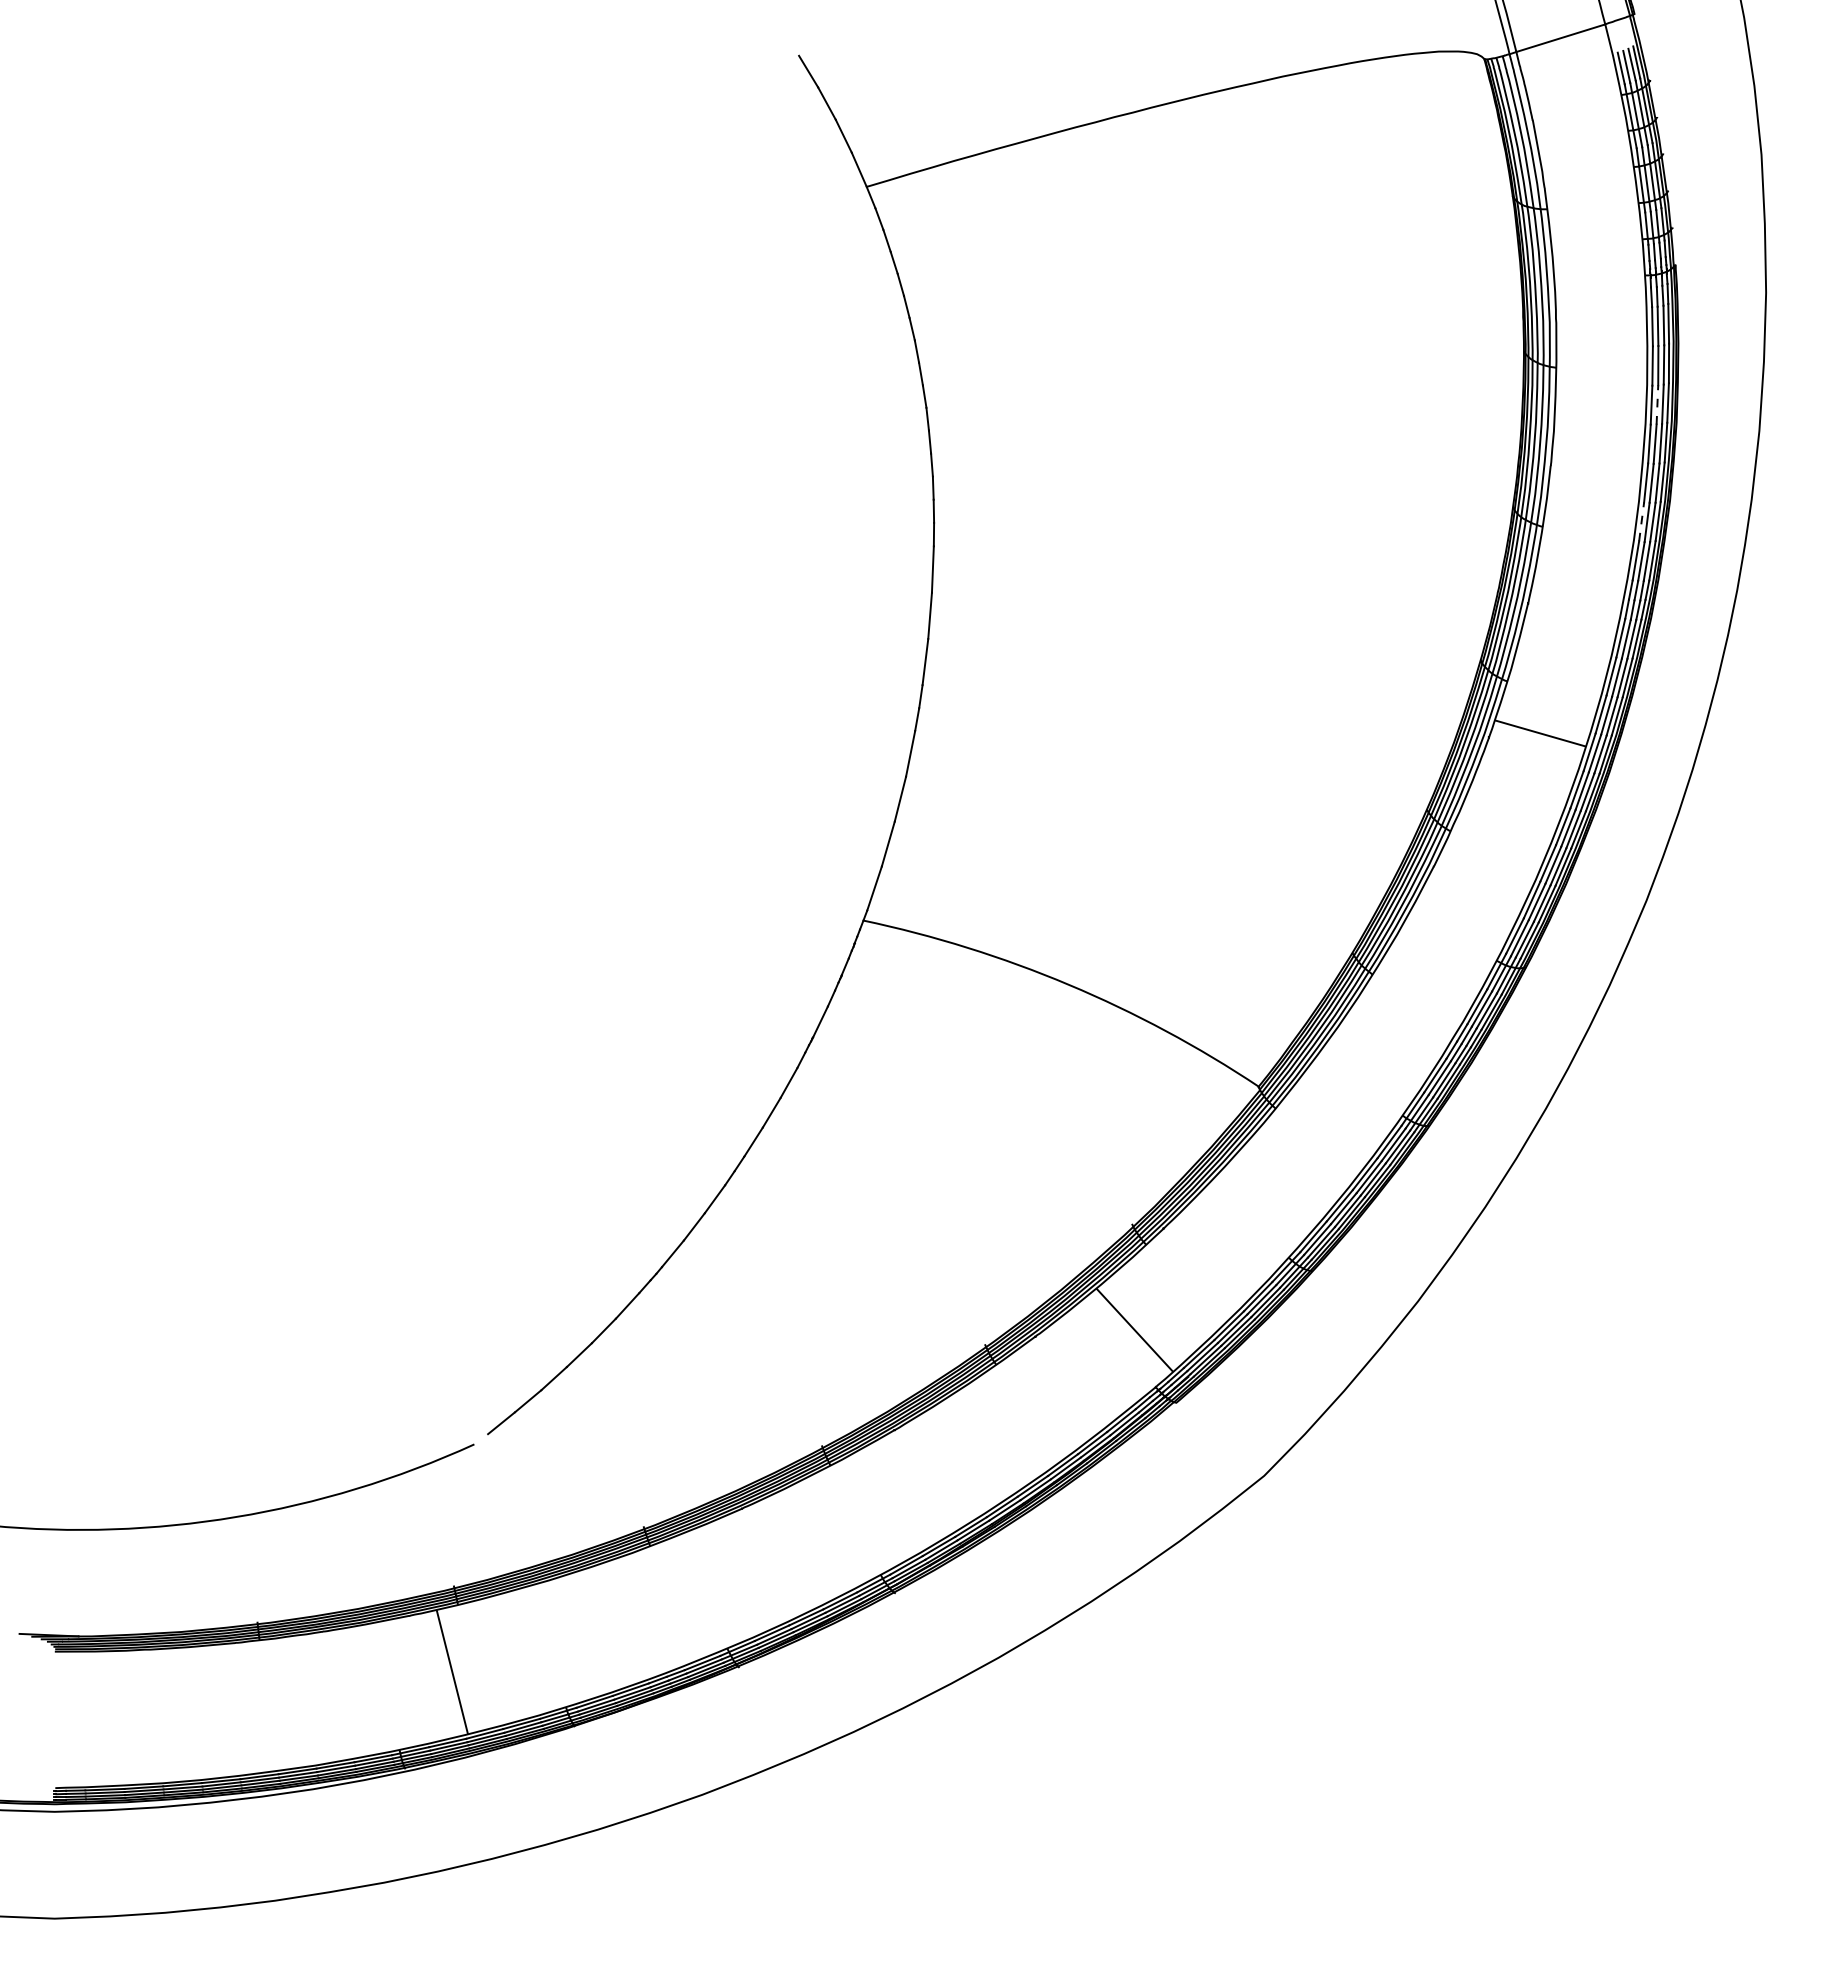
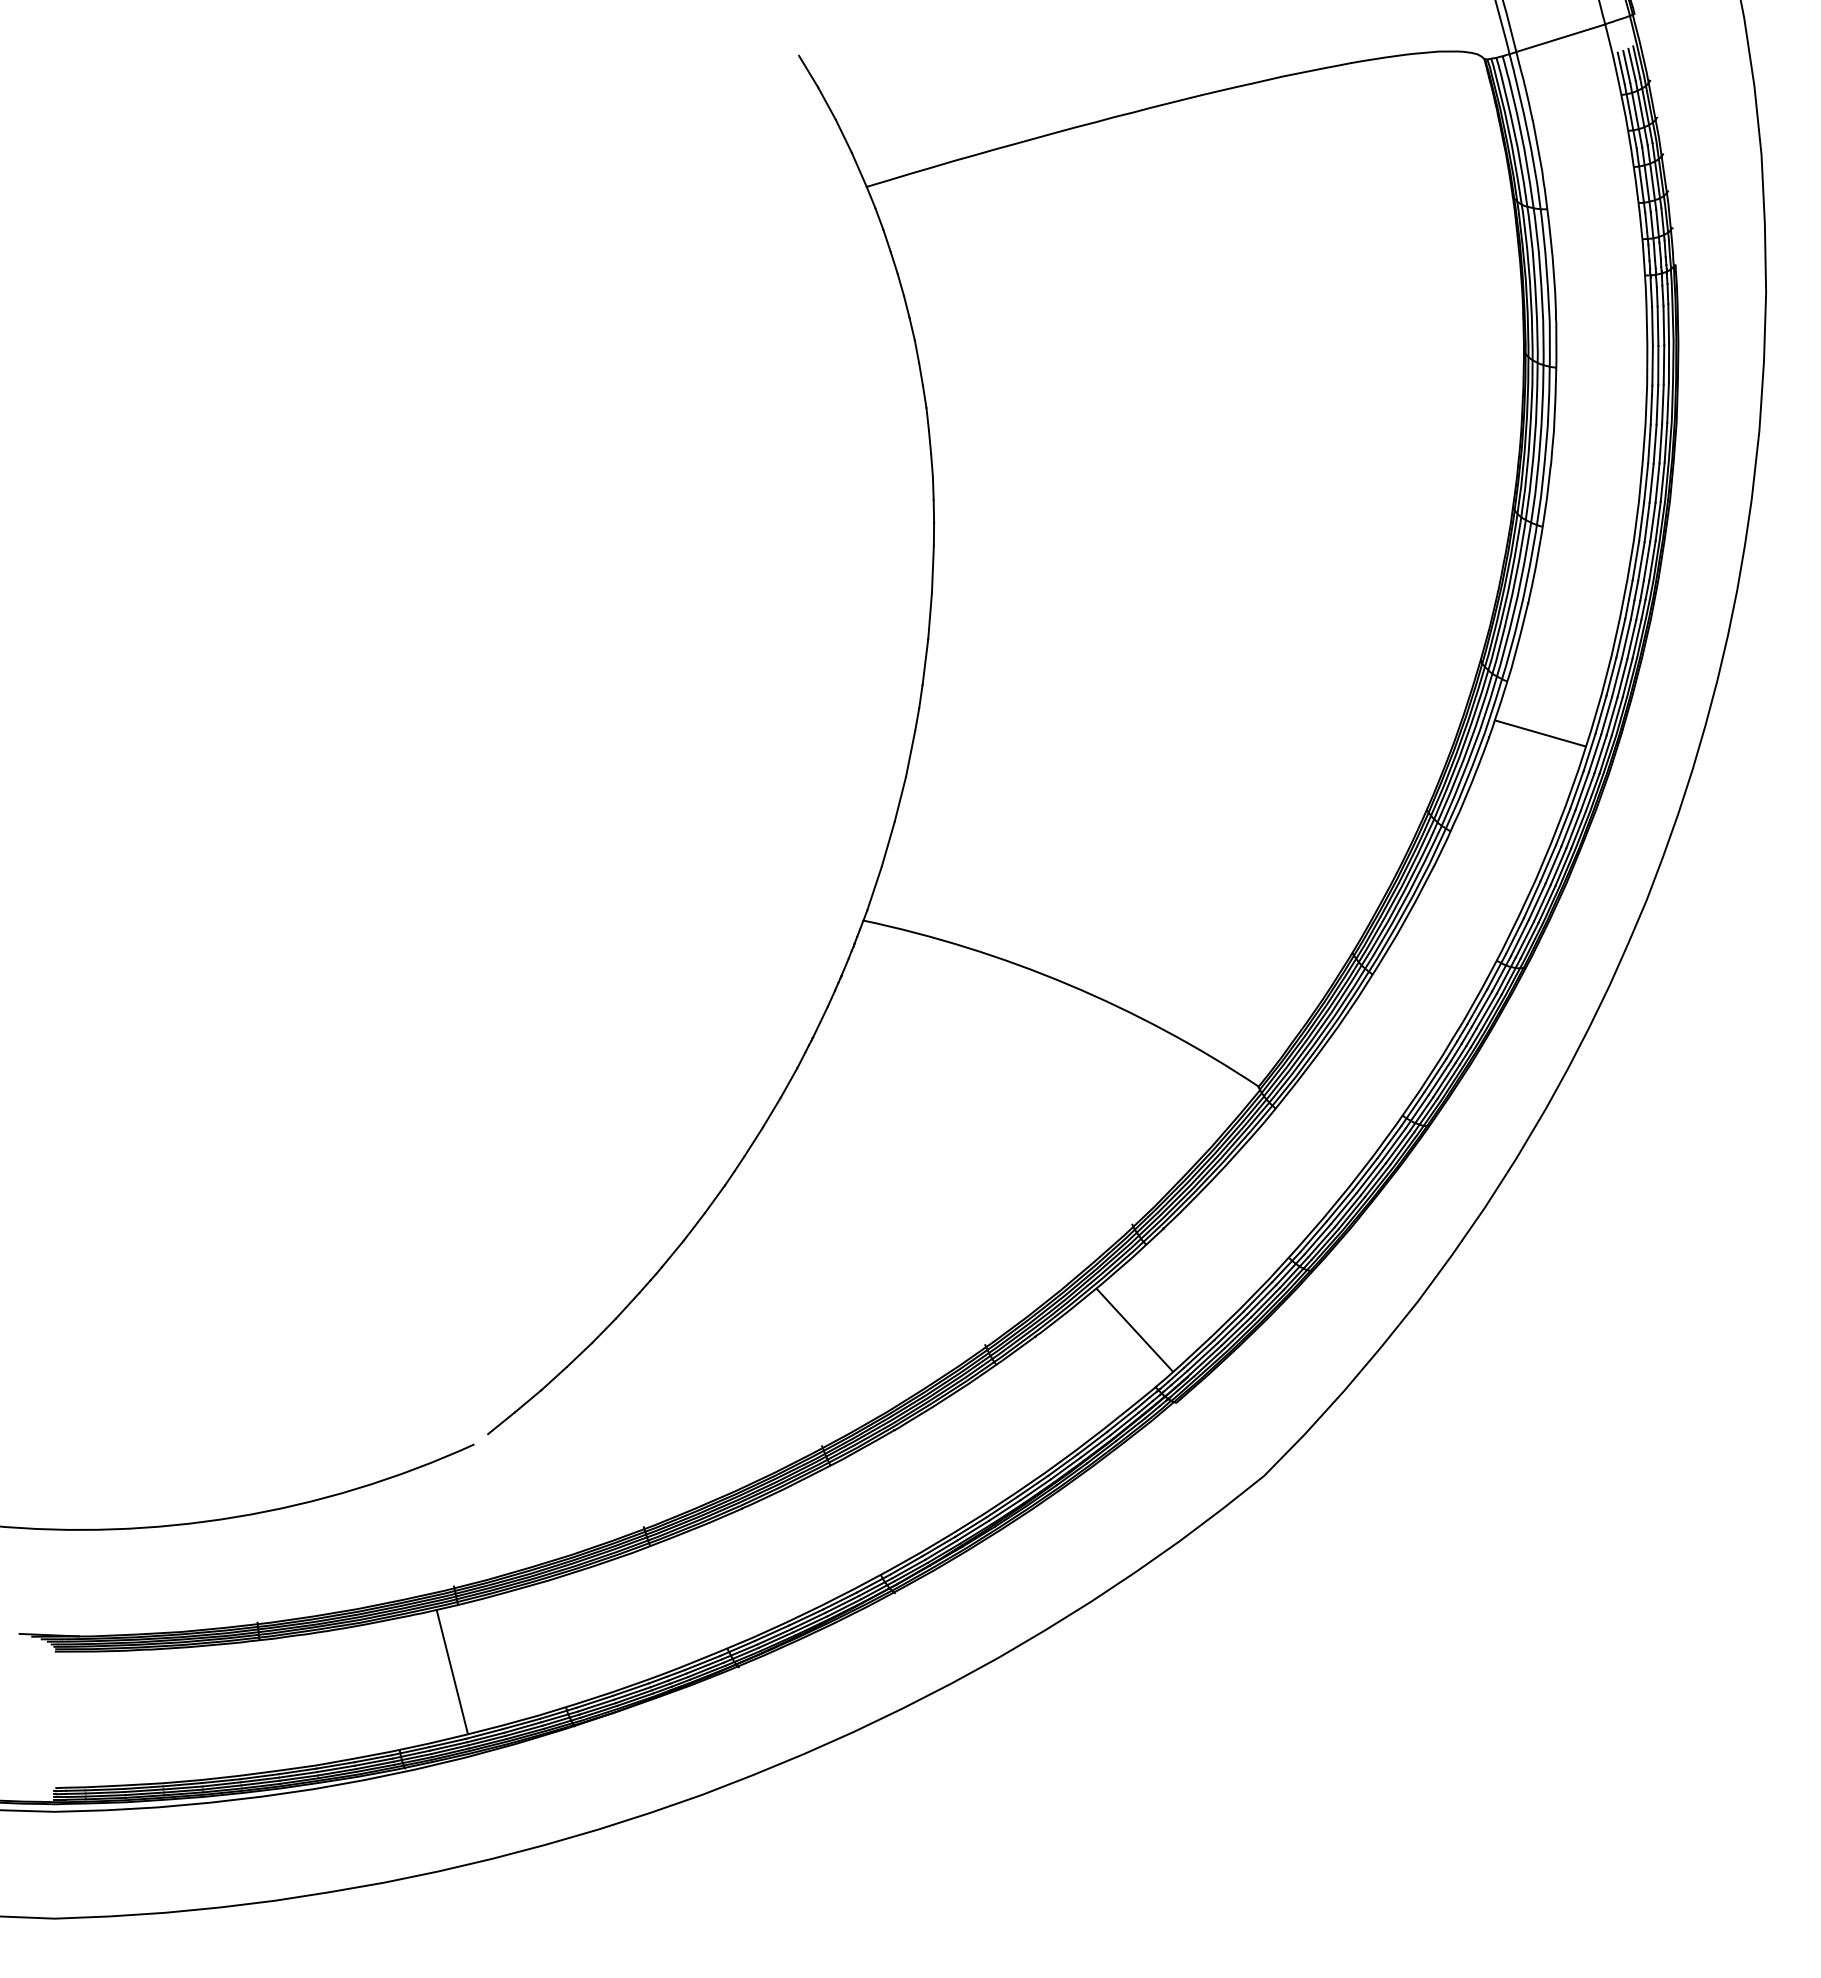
line at (1657, 404): dashed -> solid
line at (1641, 521): dashed -> solid
